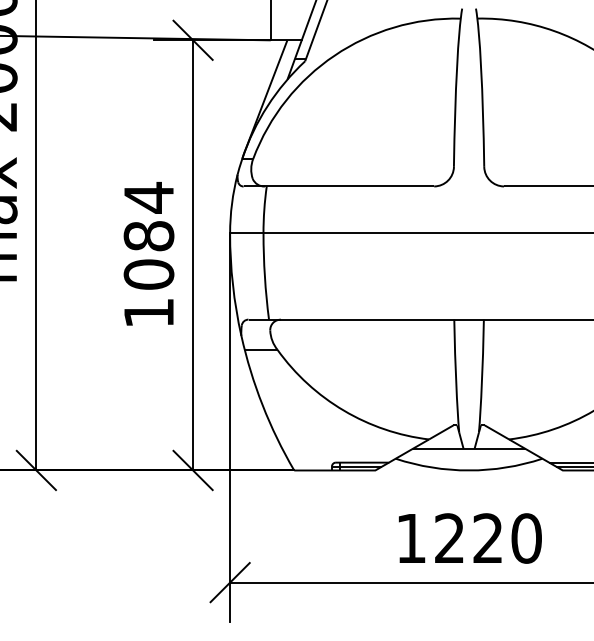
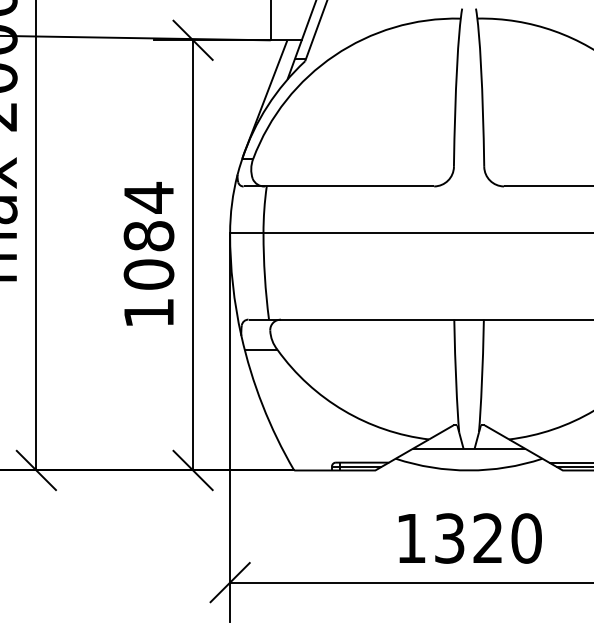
text at (449, 538): 1220 -> 1320
